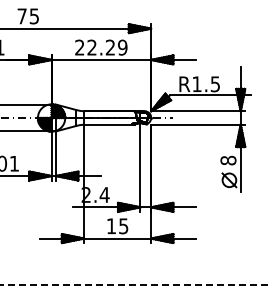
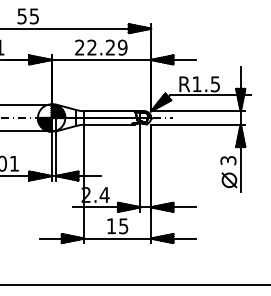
text at (21, 16): 75 -> 55
text at (228, 160): 8 -> 3
line at (135, 285): dashed -> solid
